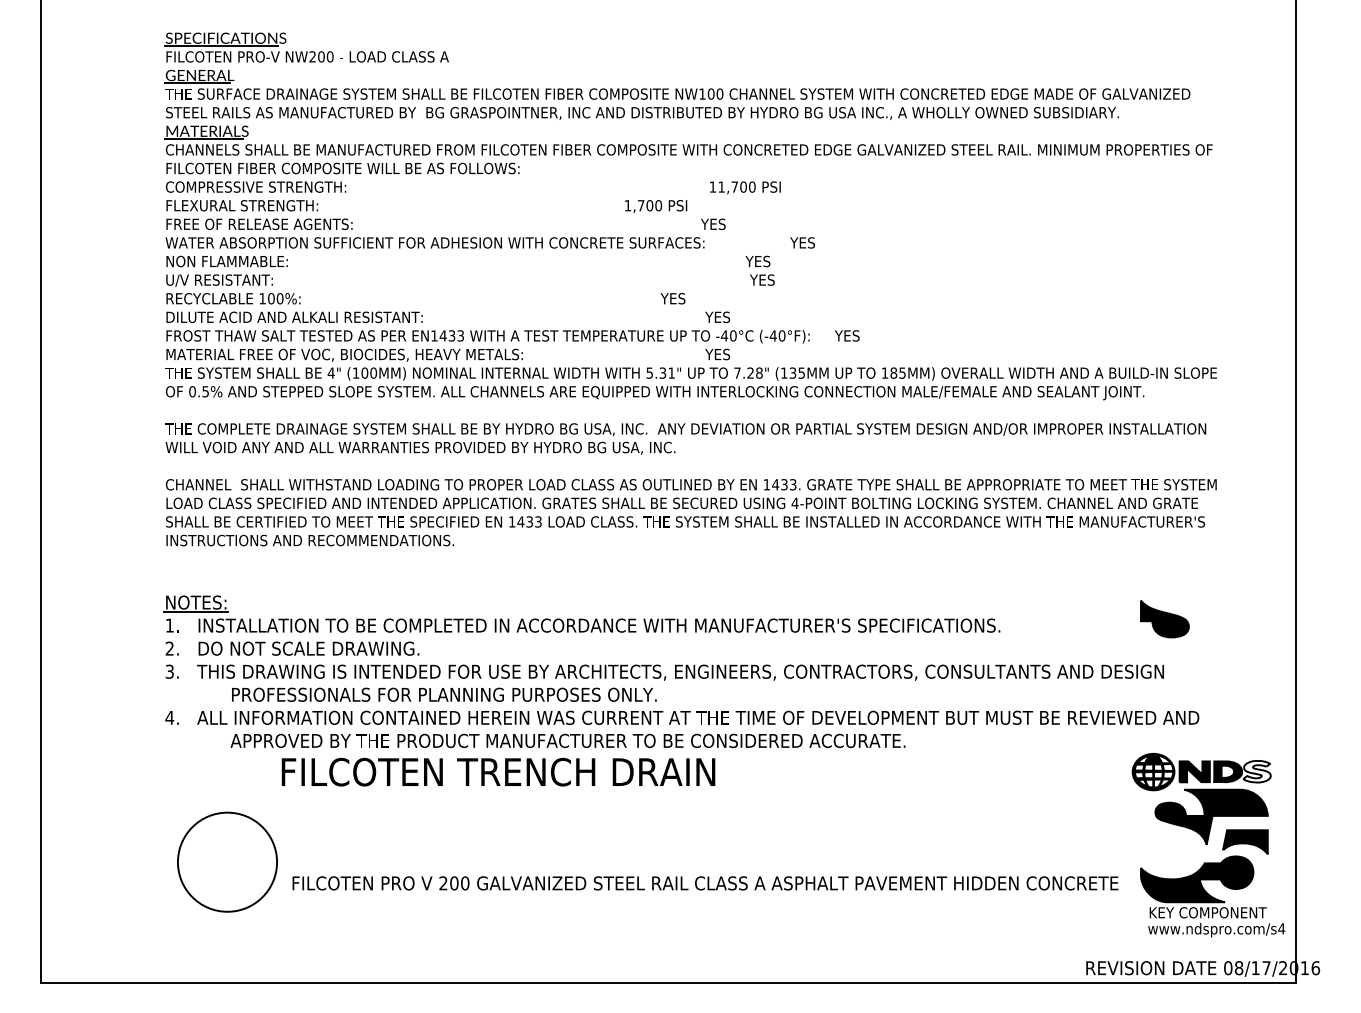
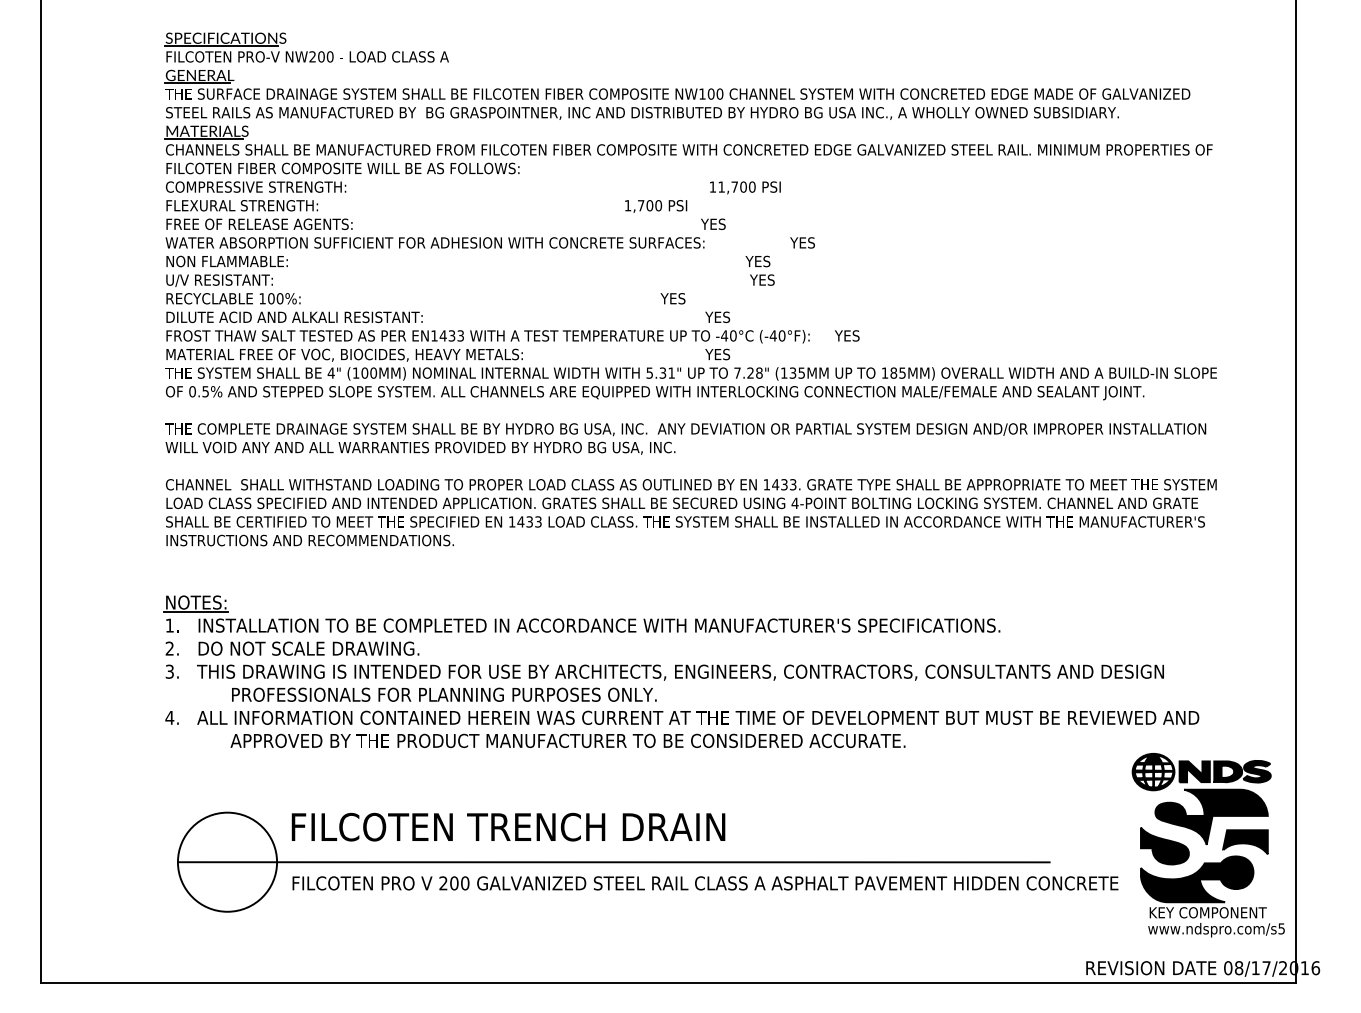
part at (1164, 619) position: (1164, 619) -> (1164, 846)
text at (498, 771) position: (498, 771) -> (508, 826)
fill at (1256, 771): none -> present
line at (613, 862): none -> present
text at (1281, 928): www.ndspro.com/s4 -> www.ndspro.com/s5
